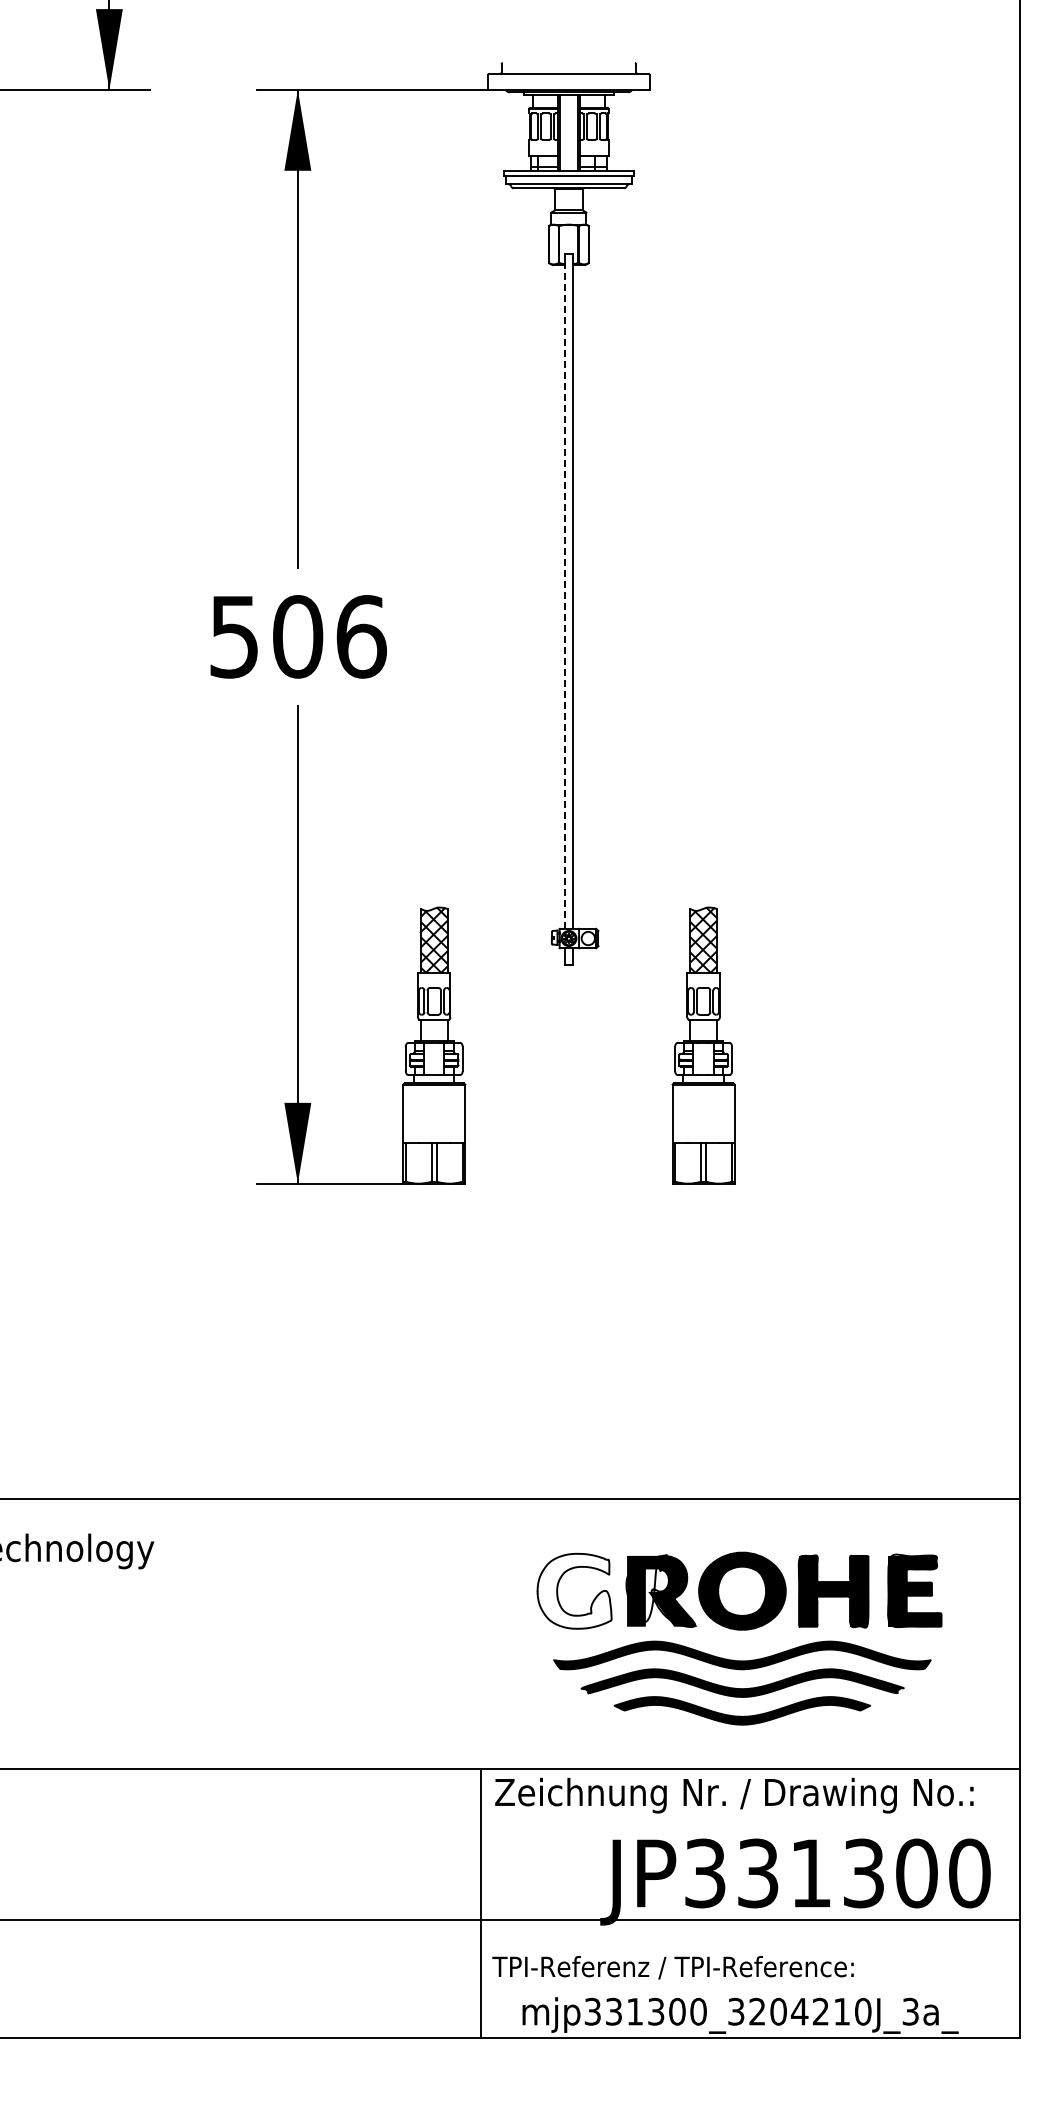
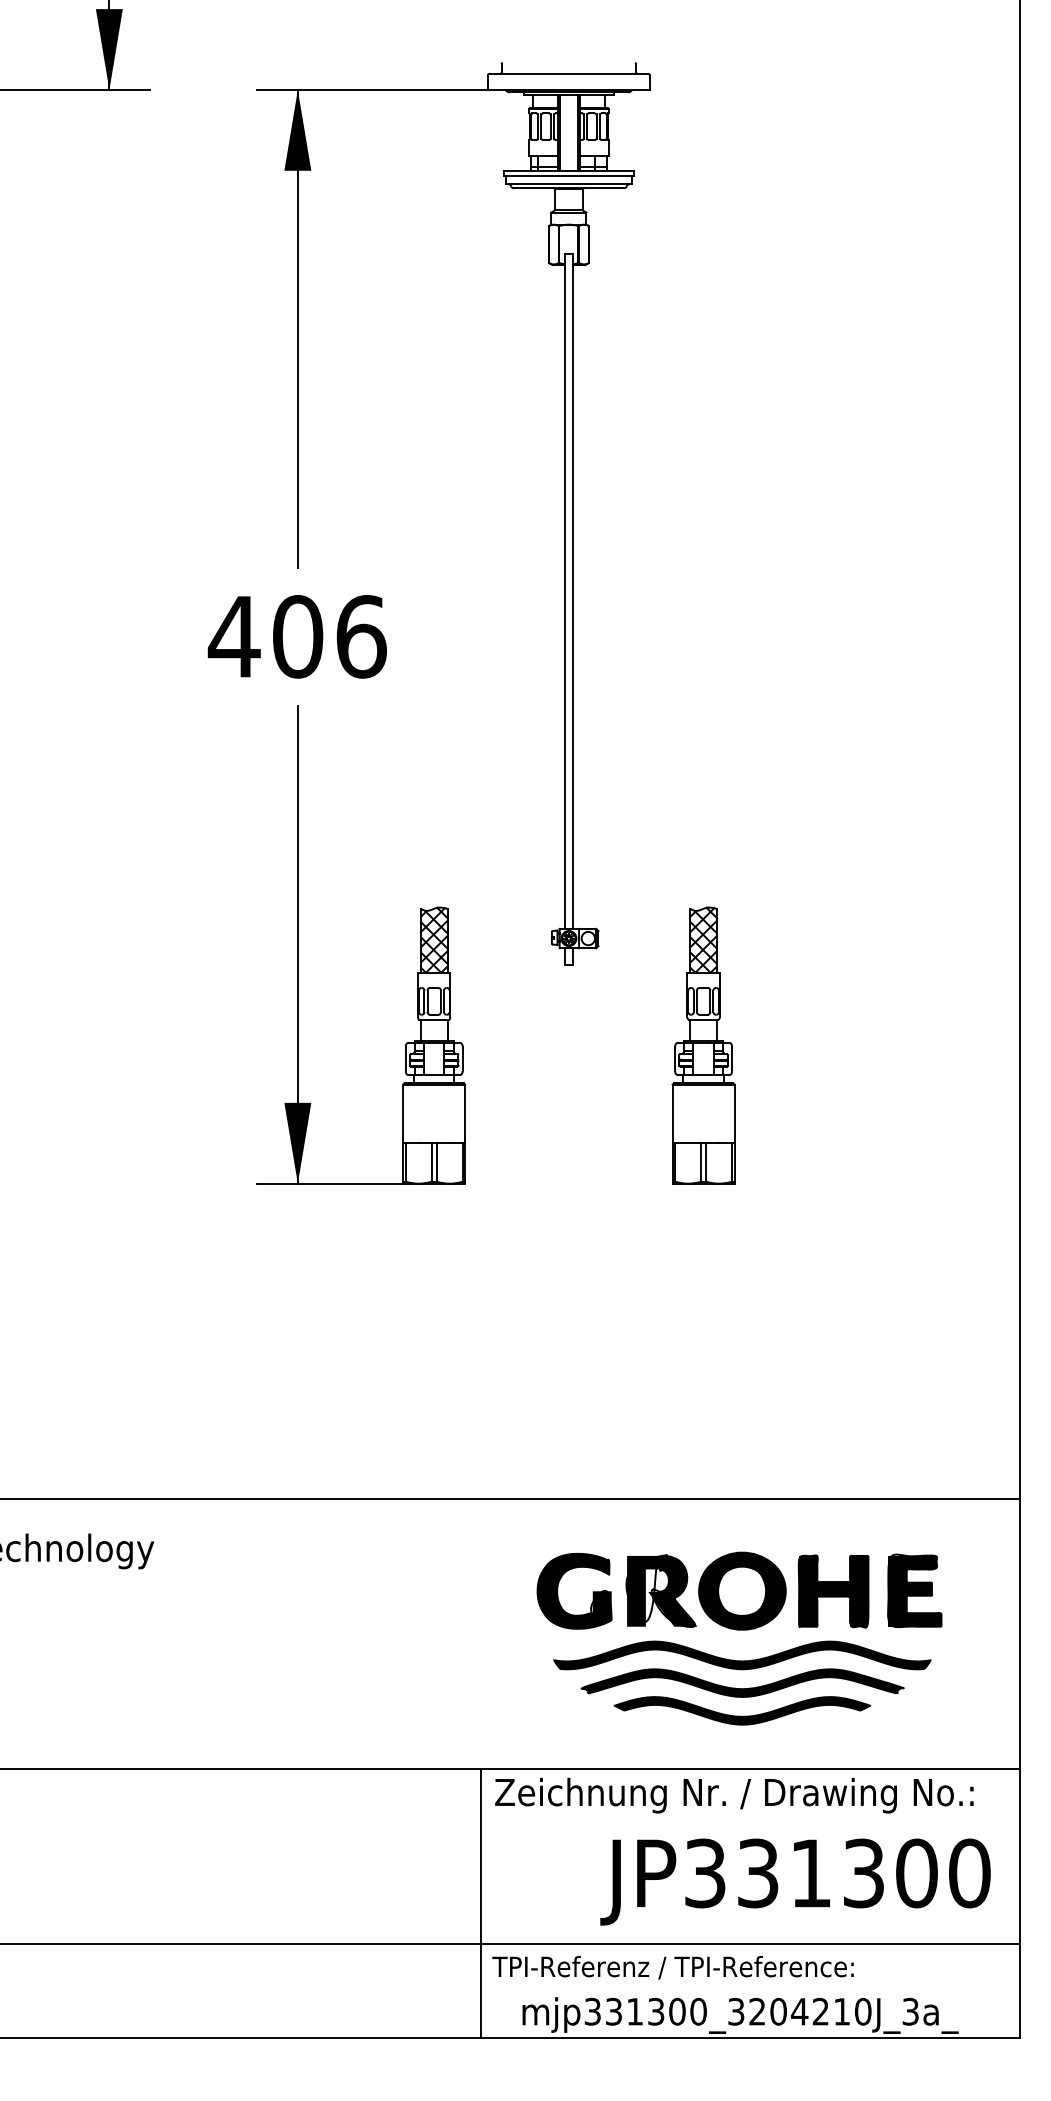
line at (564, 596): dashed -> solid
text at (233, 637): 506 -> 406
fill at (574, 1590): none -> present
line at (510, 1919) position: (510, 1919) -> (510, 1943)
